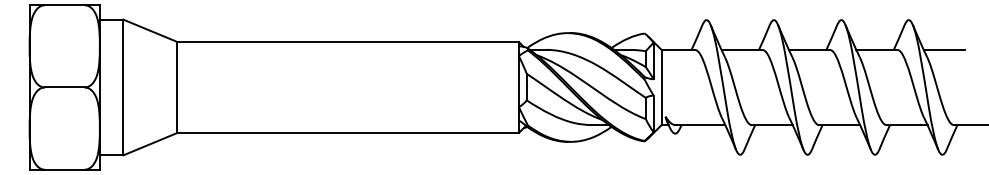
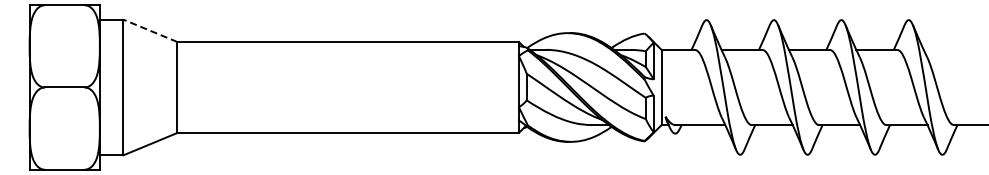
line at (149, 30): solid -> dashed
line at (943, 49): present -> none
